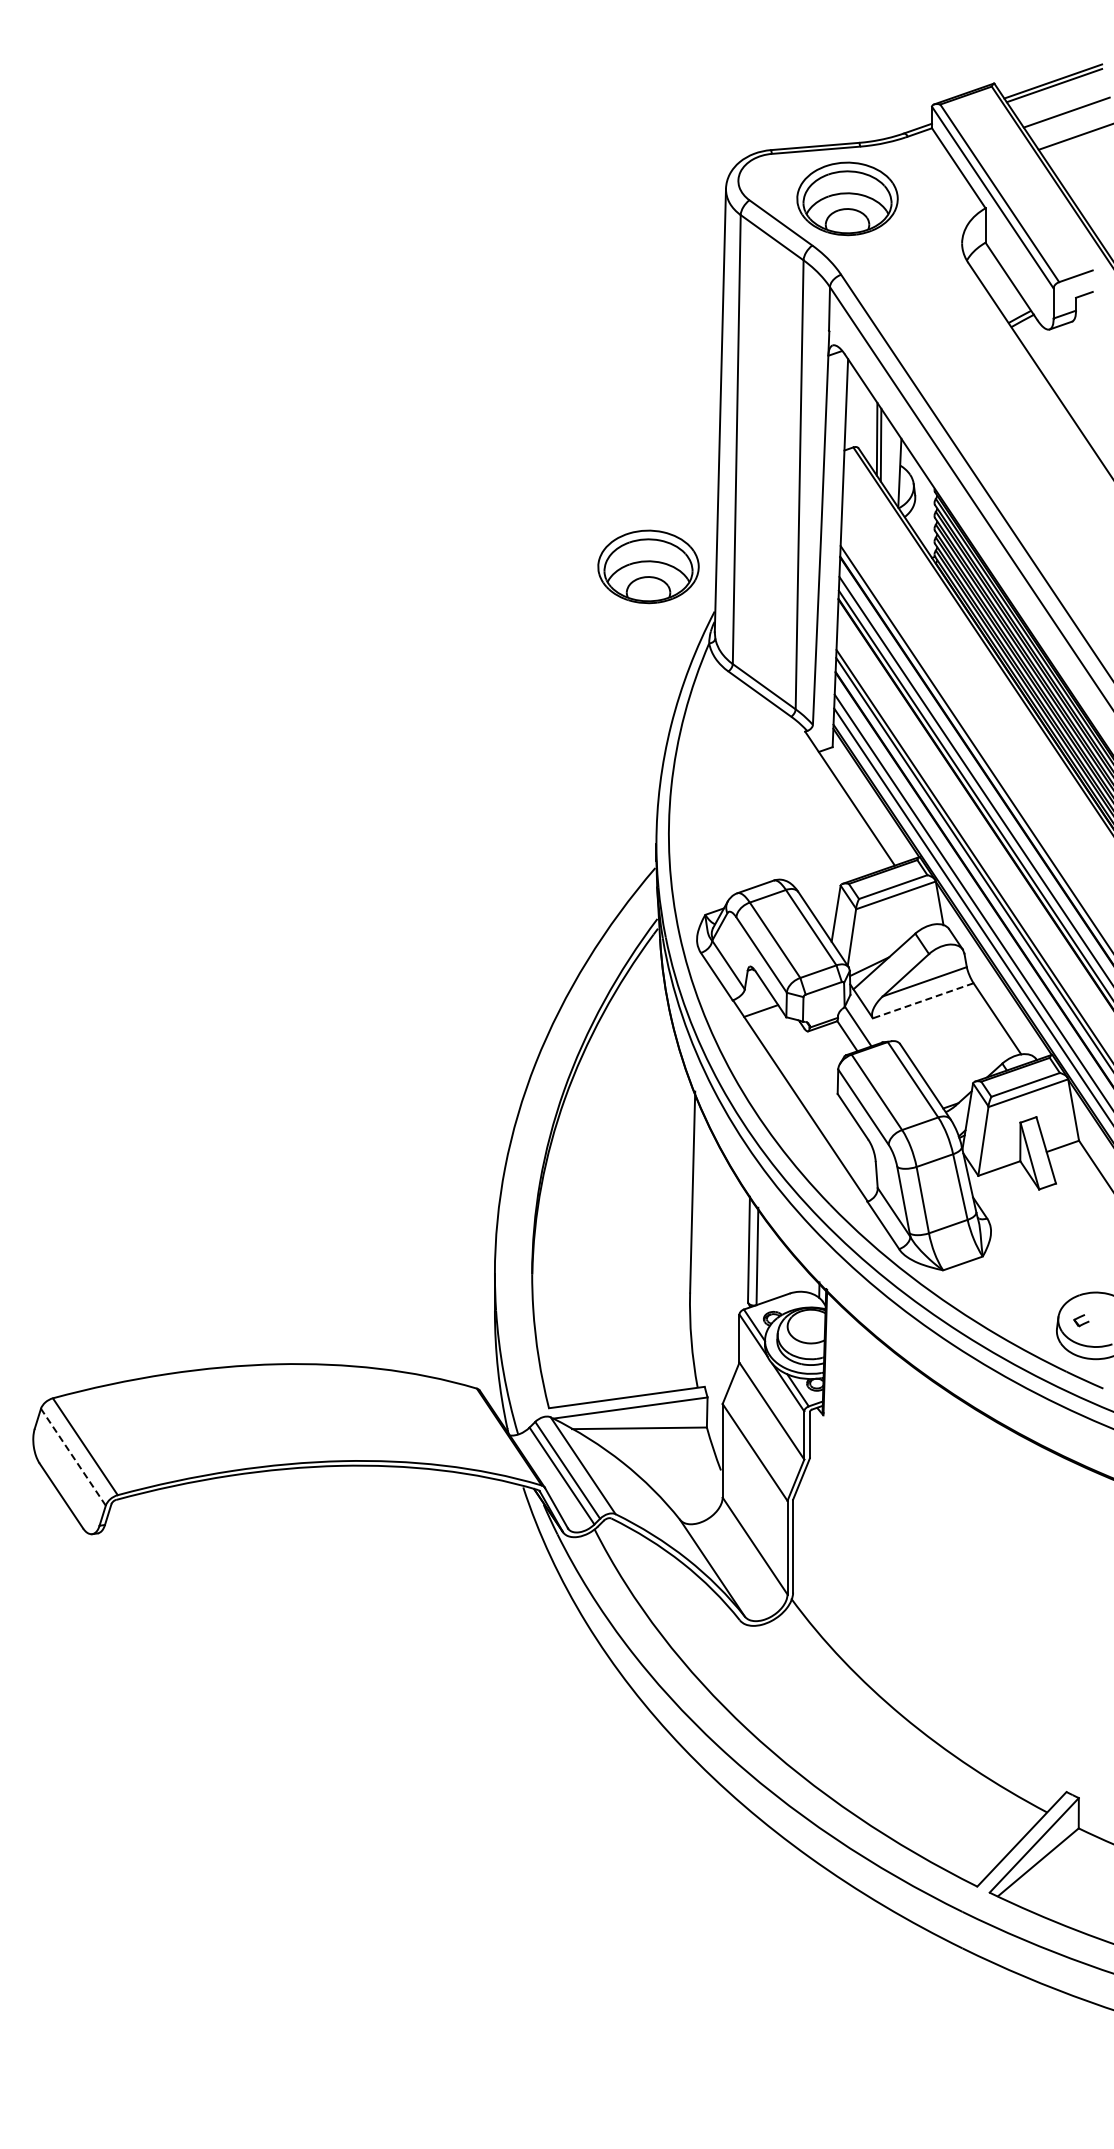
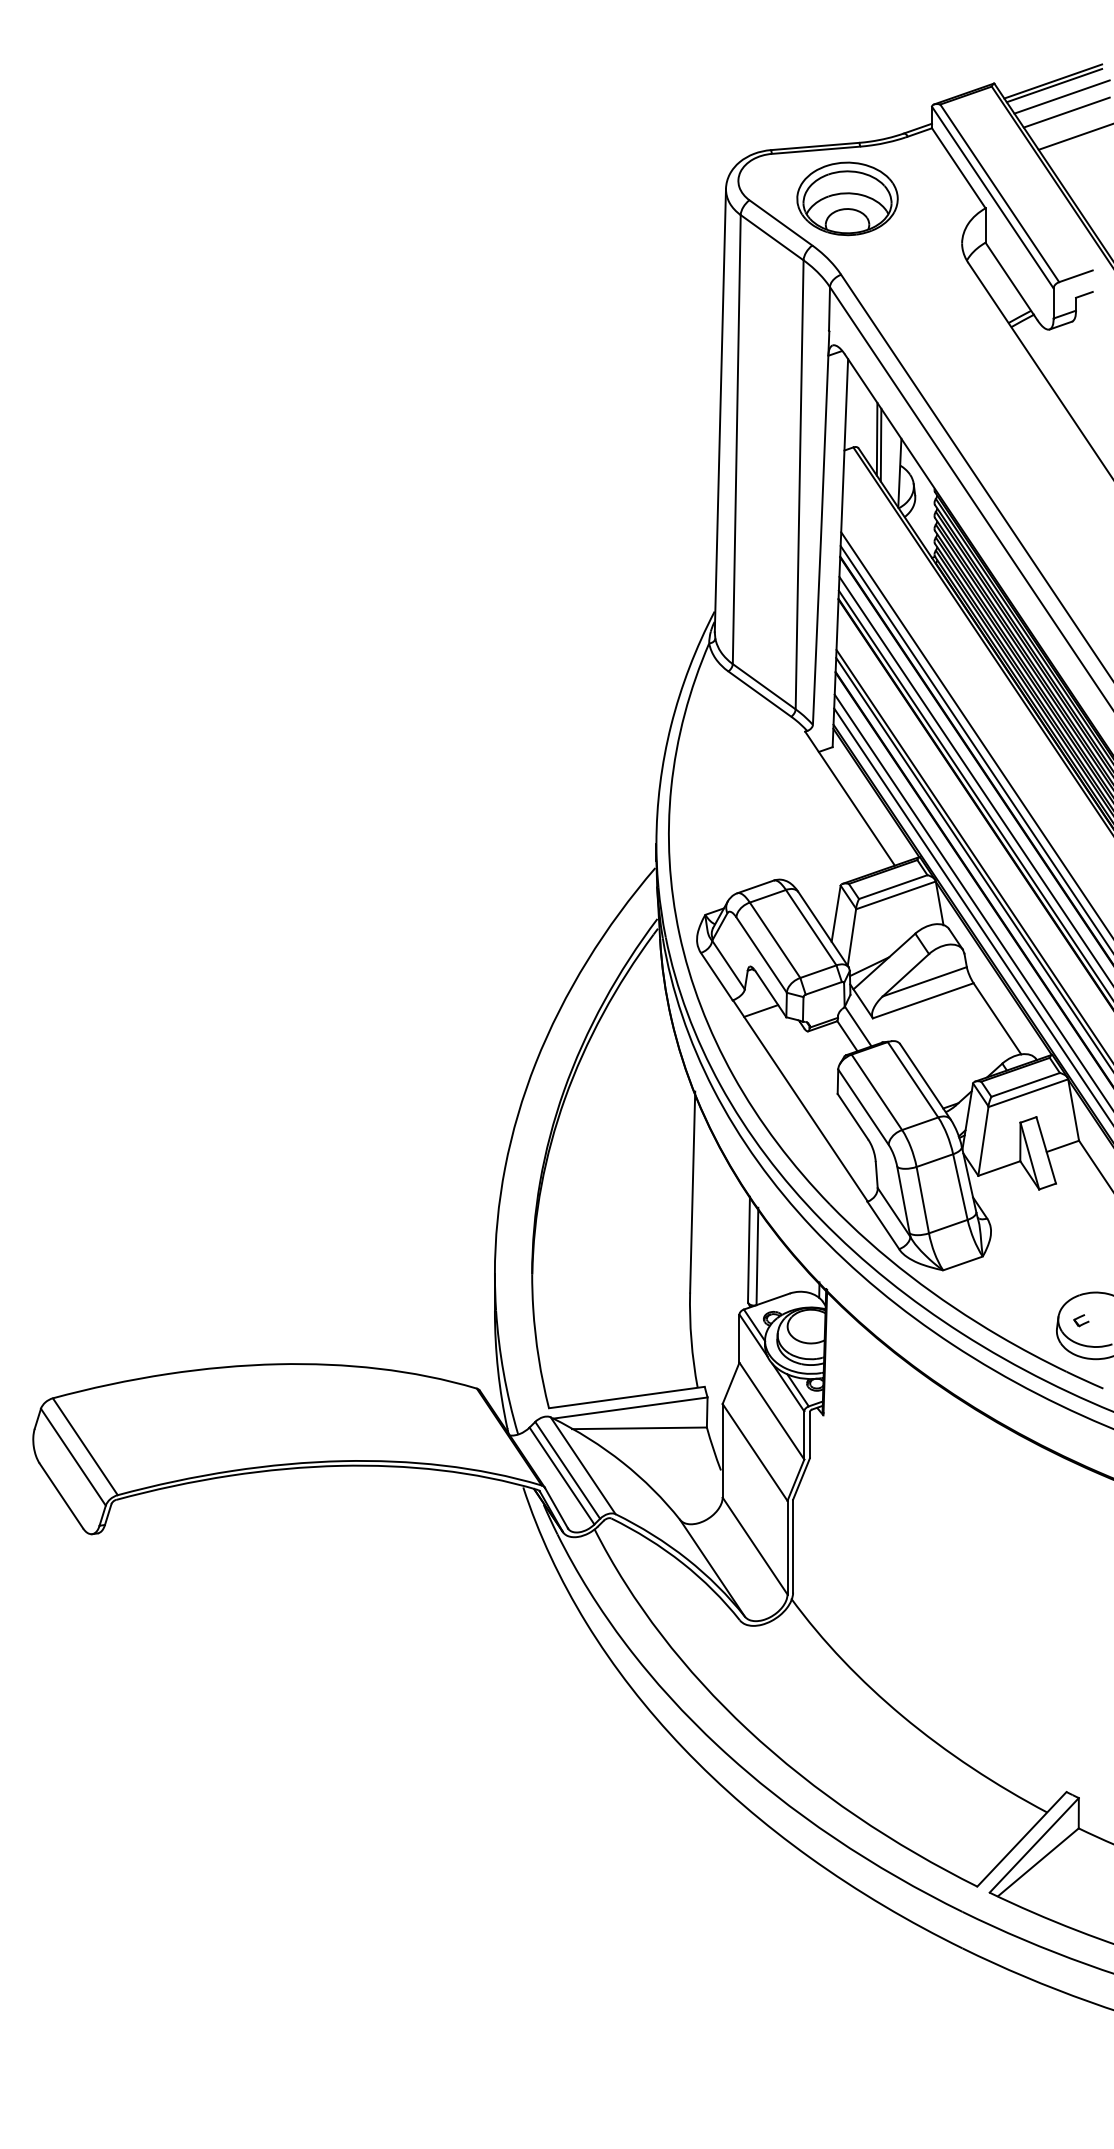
line at (1061, 96): none -> present
part at (648, 566): present -> none
line at (975, 733): none -> present
line at (922, 1000): dashed -> solid
line at (73, 1456): dashed -> solid
